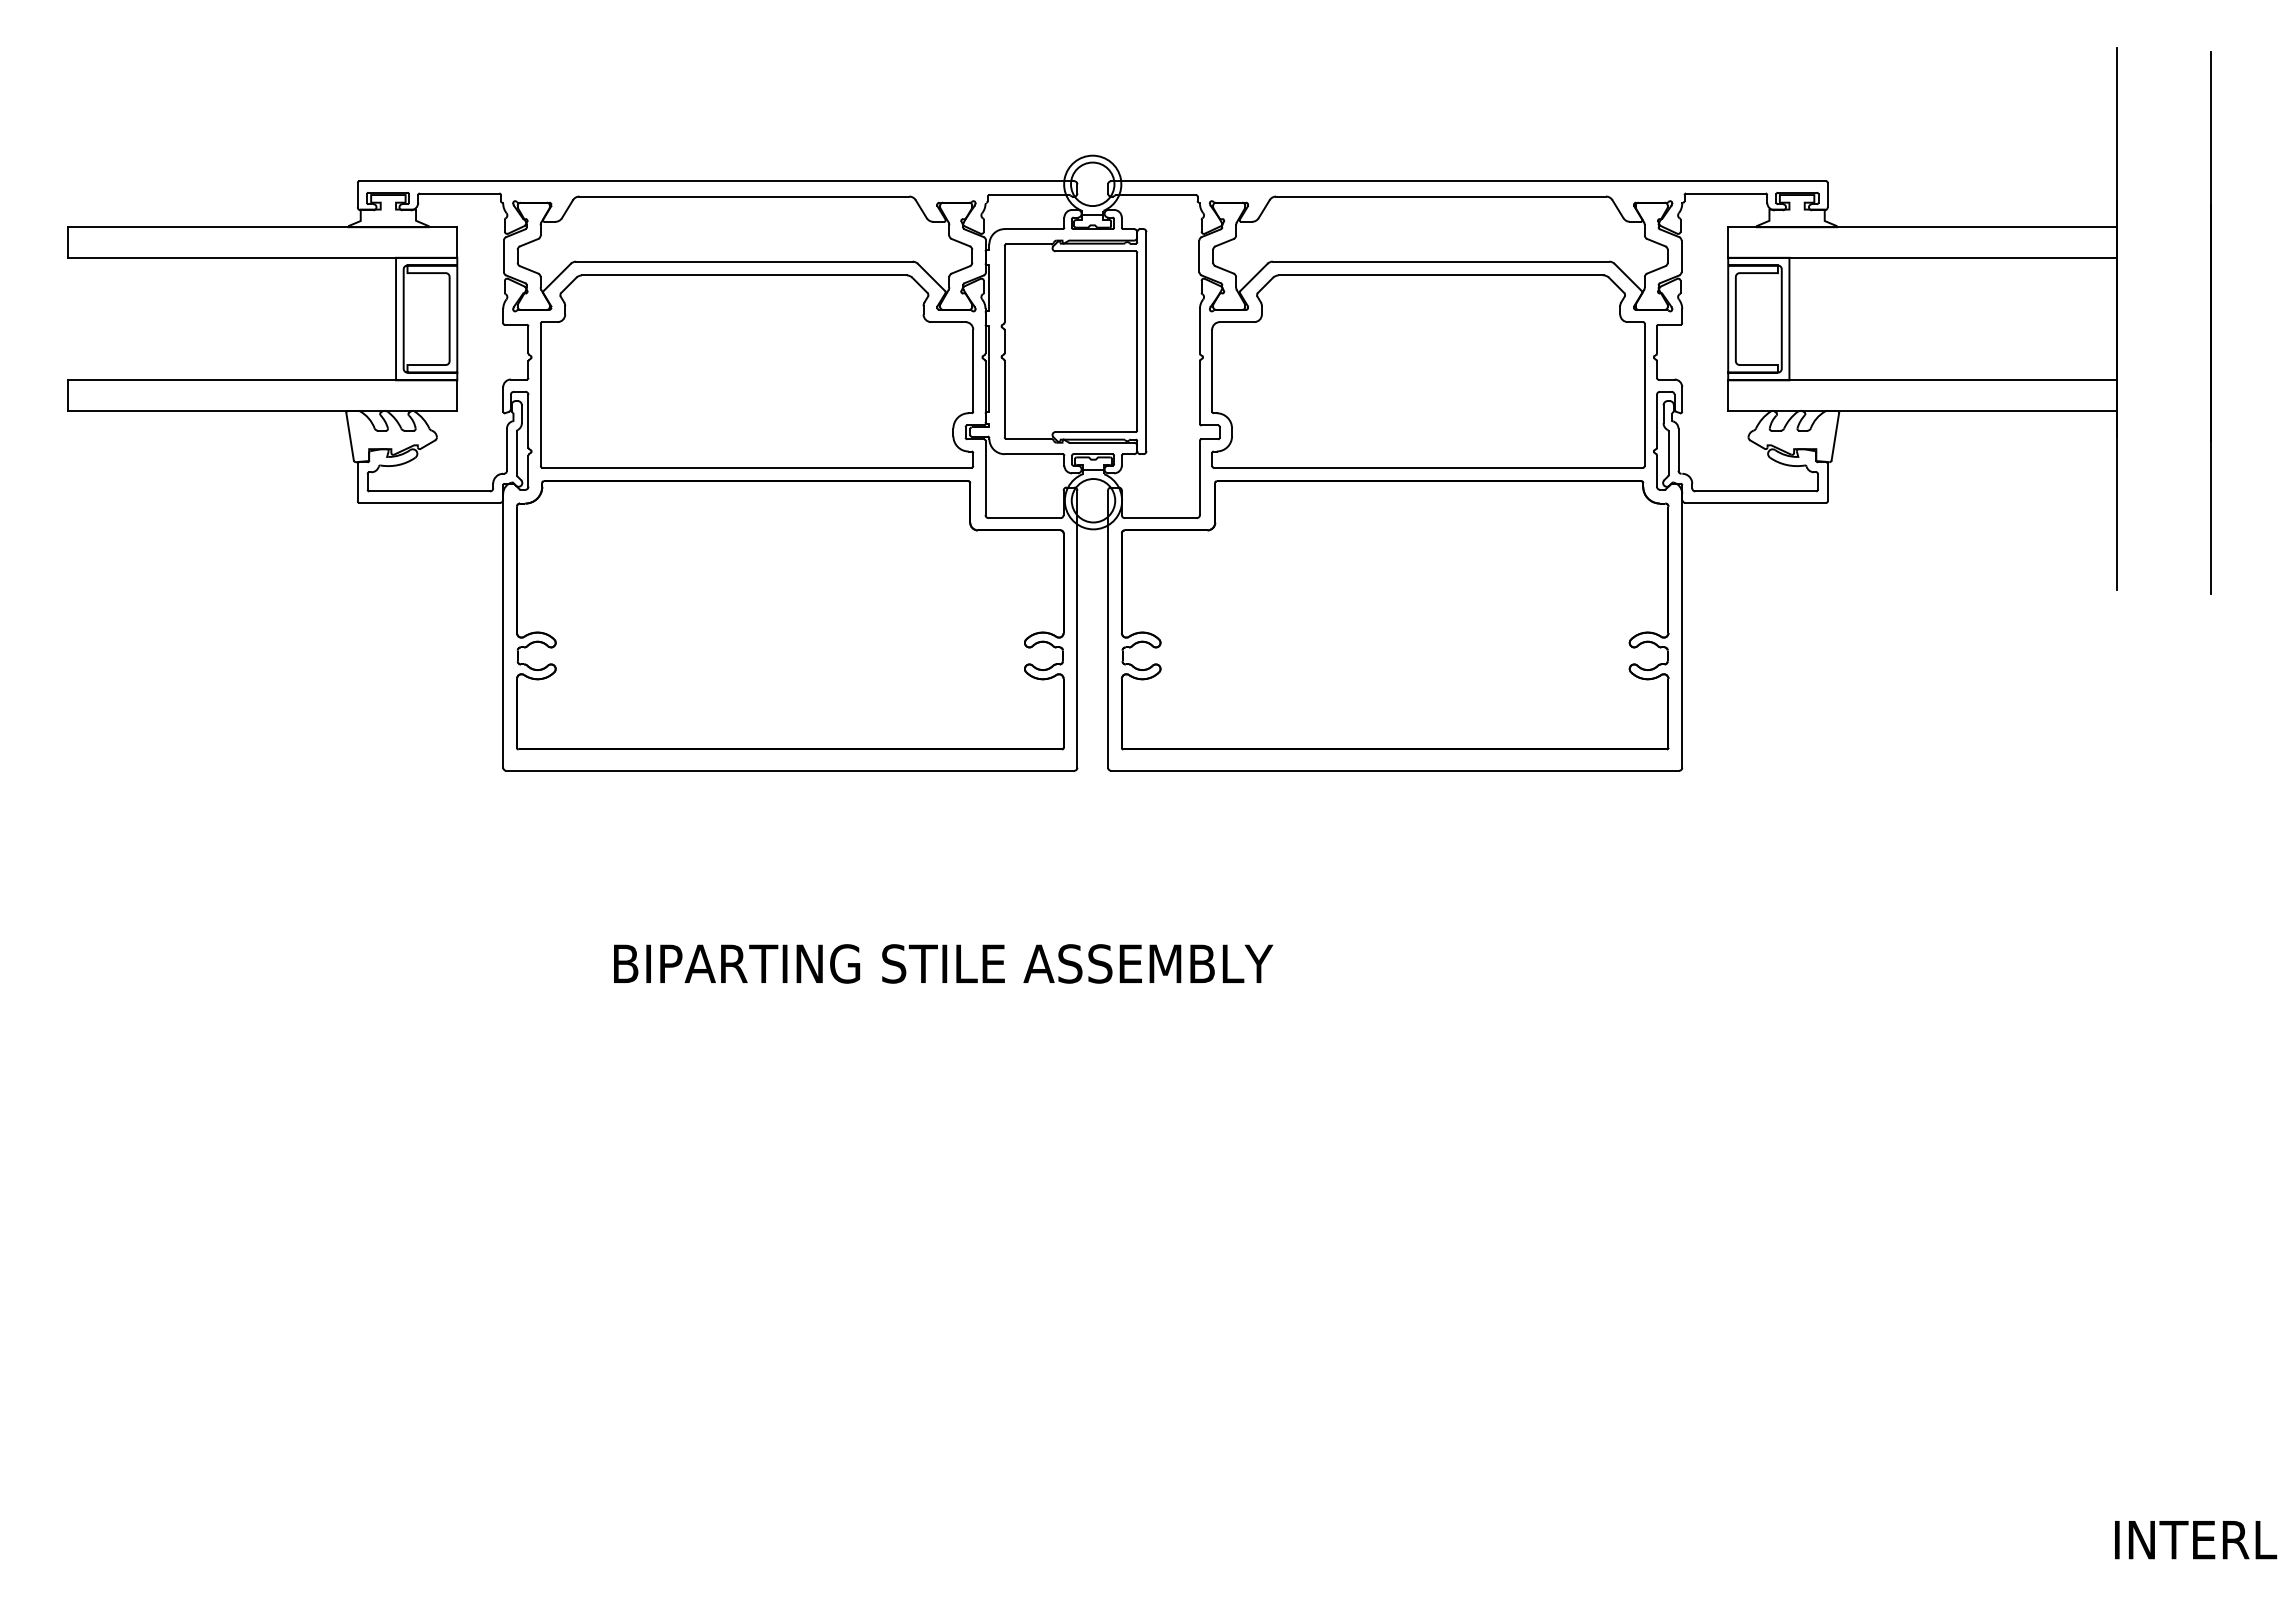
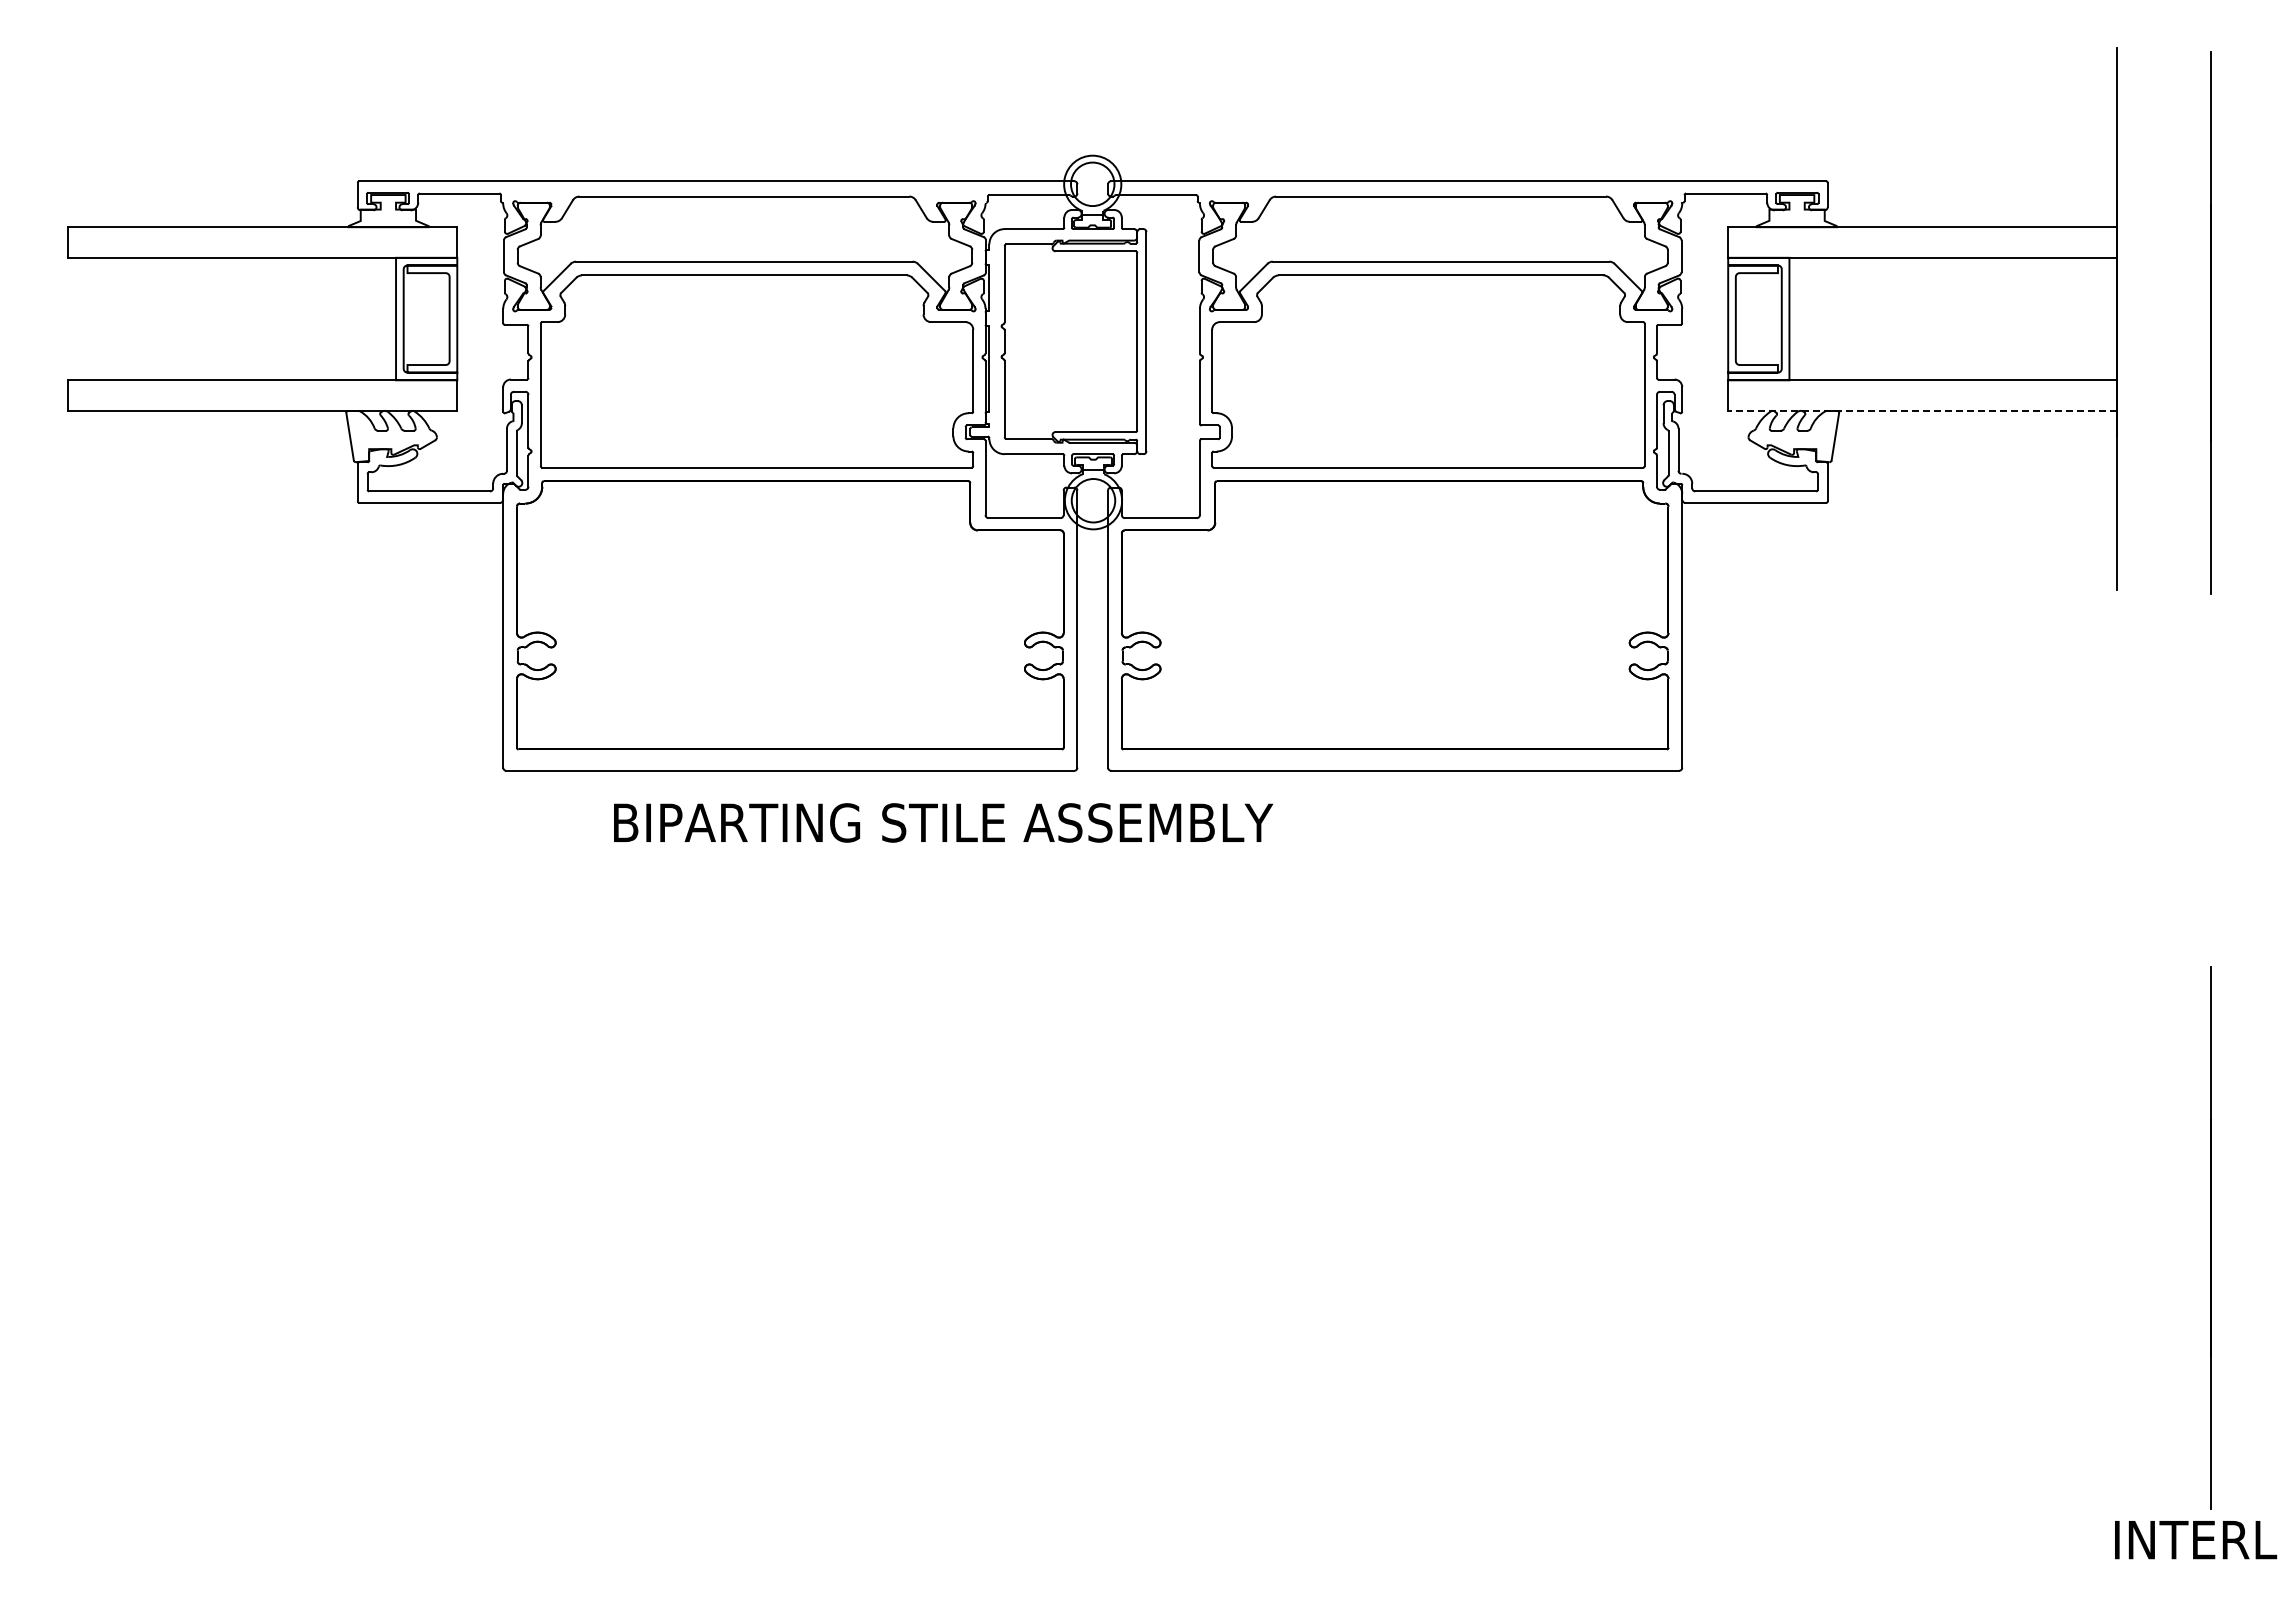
line at (1922, 410): solid -> dashed
text at (943, 963) position: (943, 963) -> (943, 822)
line at (2210, 1237): none -> present
